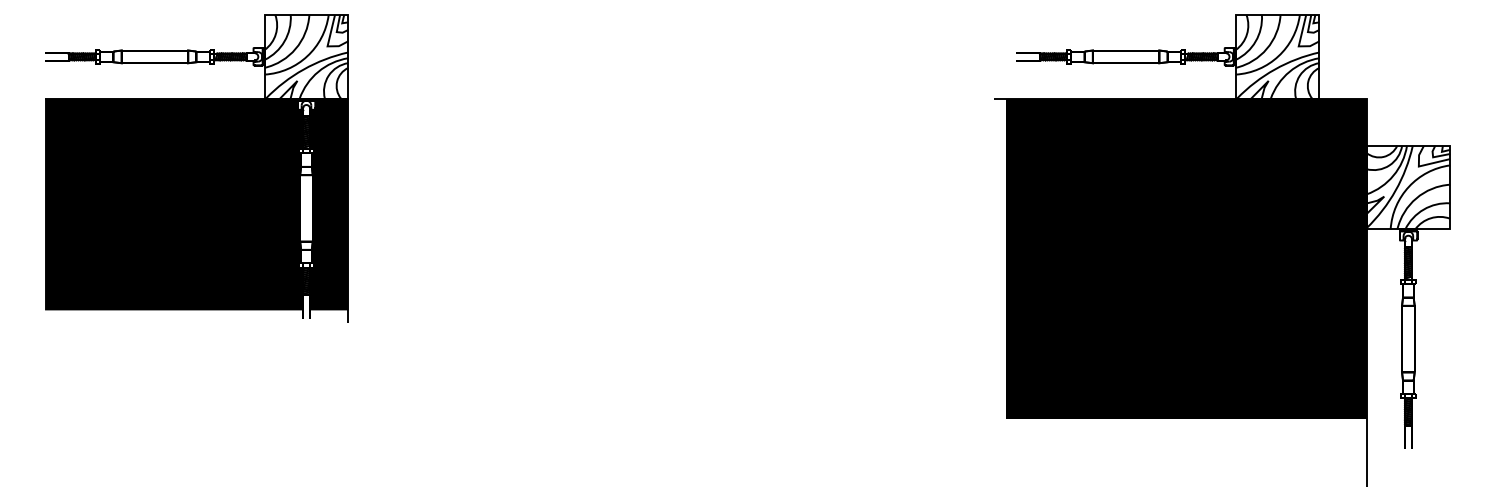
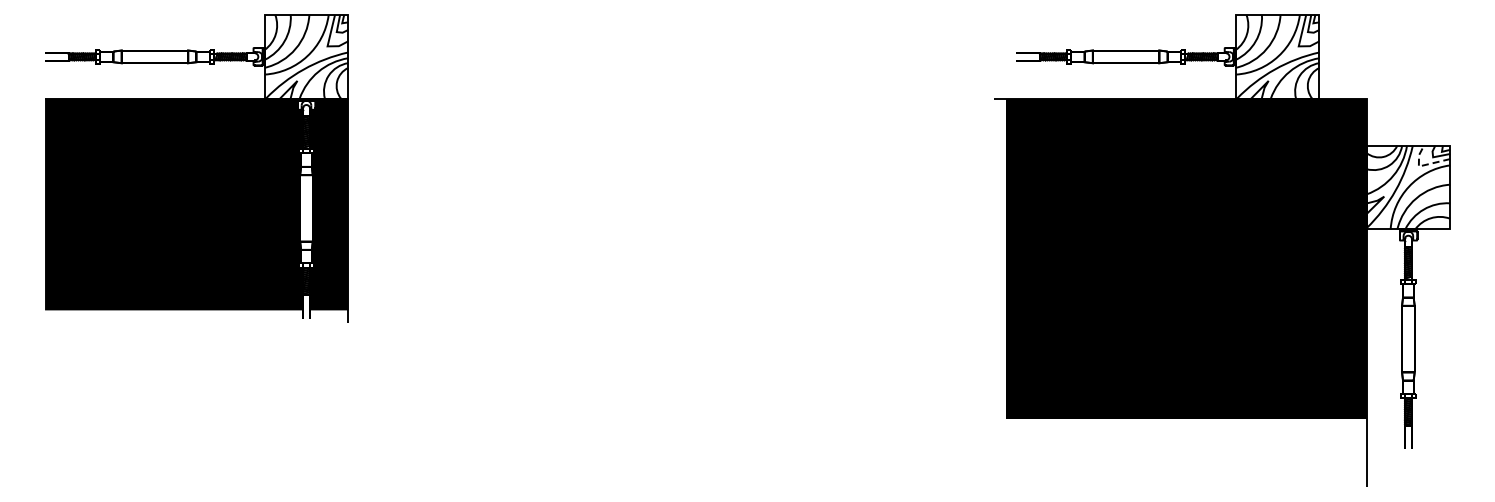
line at (1422, 165): solid -> dashed
